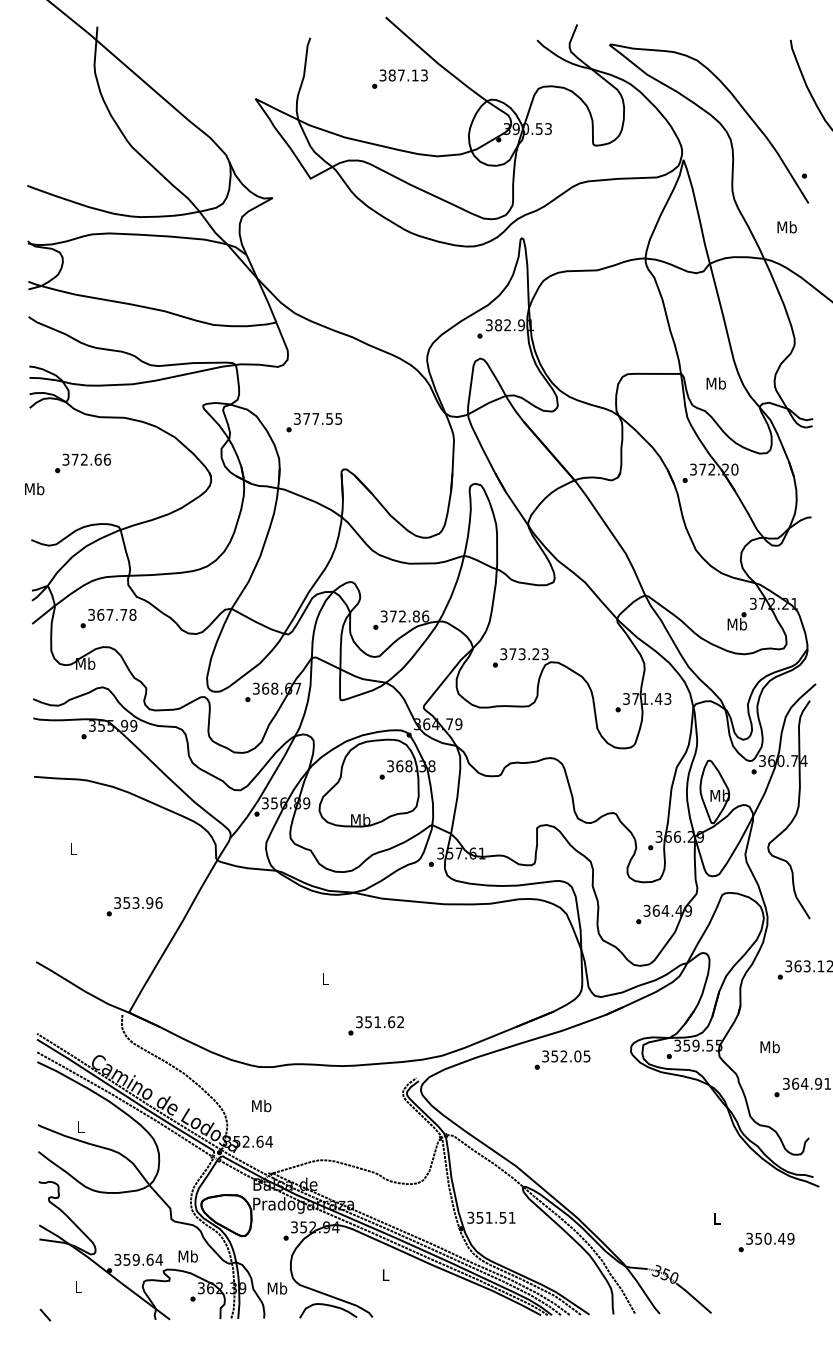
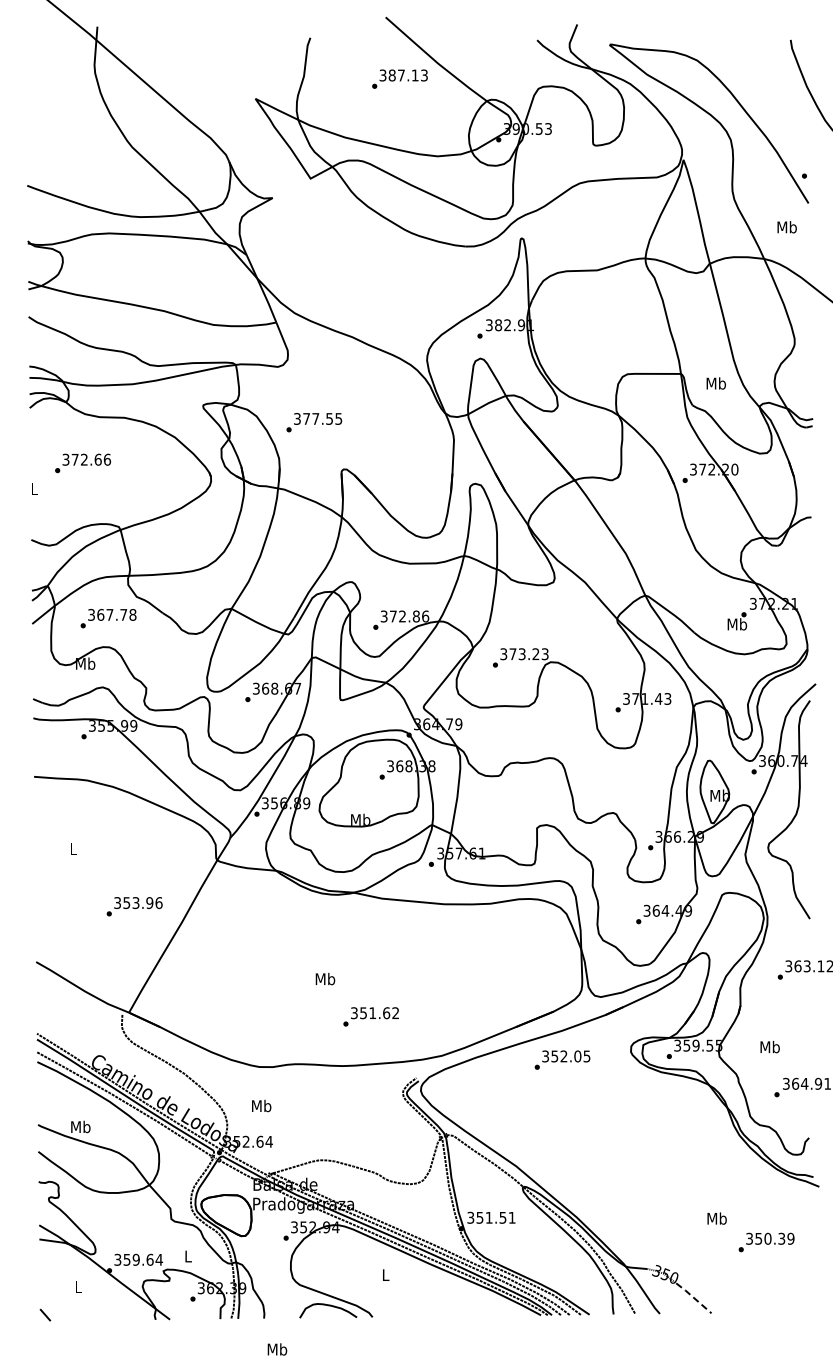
text at (34, 488): Mb -> L
text at (325, 979): L -> Mb
text at (375, 1025) position: (375, 1025) -> (370, 1016)
text at (80, 1126): L -> Mb
text at (716, 1218): L -> Mb
text at (781, 1238): 350.49 -> 350.39
text at (187, 1256): Mb -> L
text at (277, 1288) position: (277, 1288) -> (277, 1349)
line at (693, 1297): solid -> dashed
